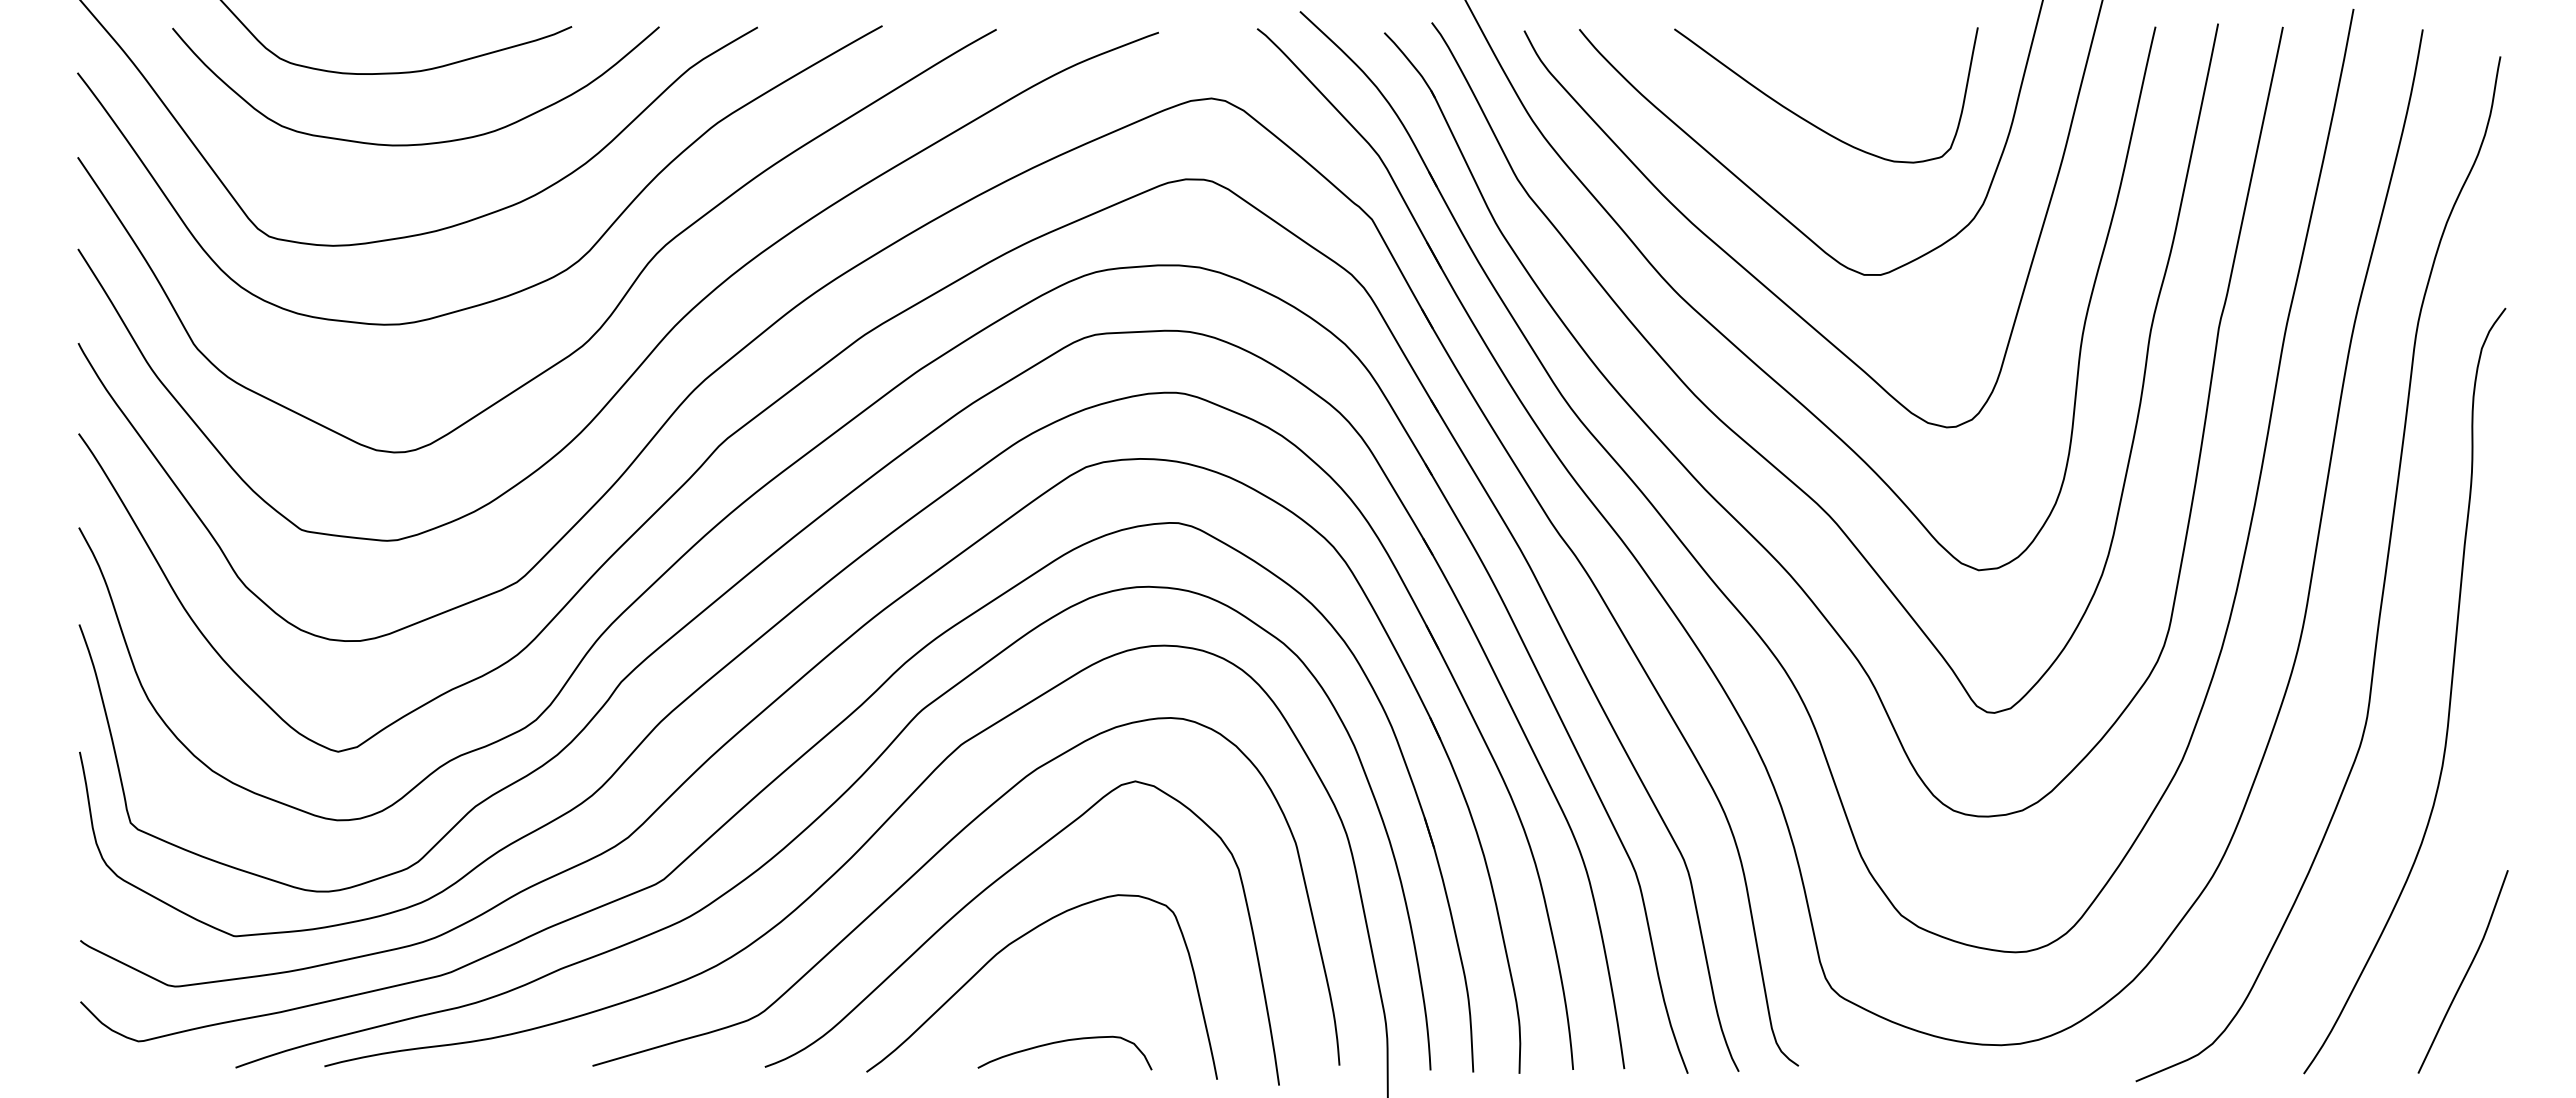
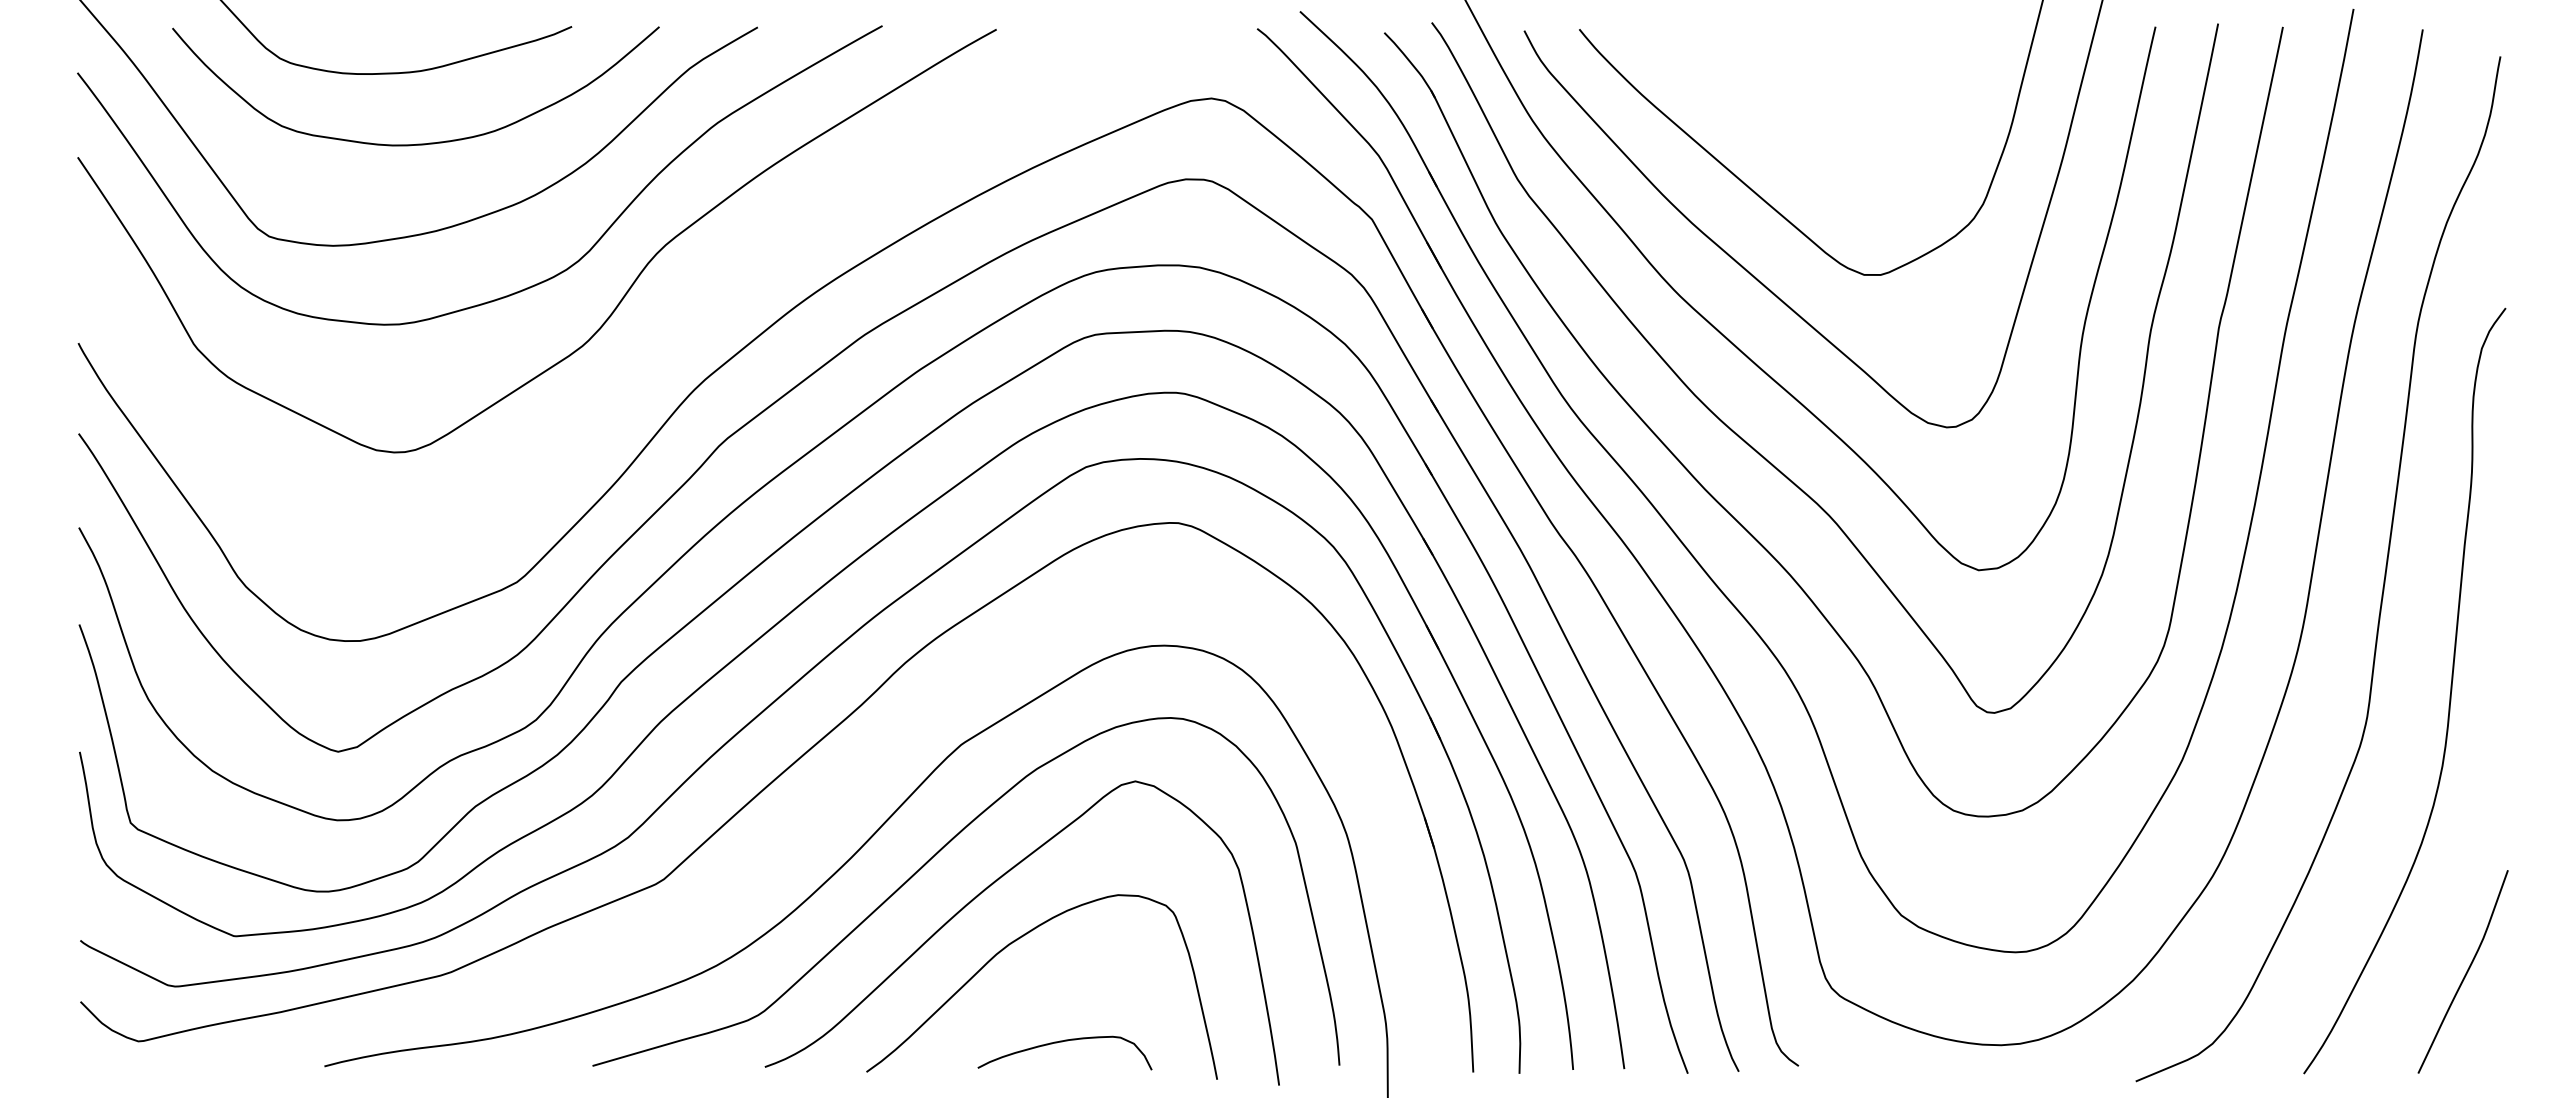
curve at (1811, 122): present -> none
curve at (665, 334): present -> none
curve at (822, 815): present -> none
